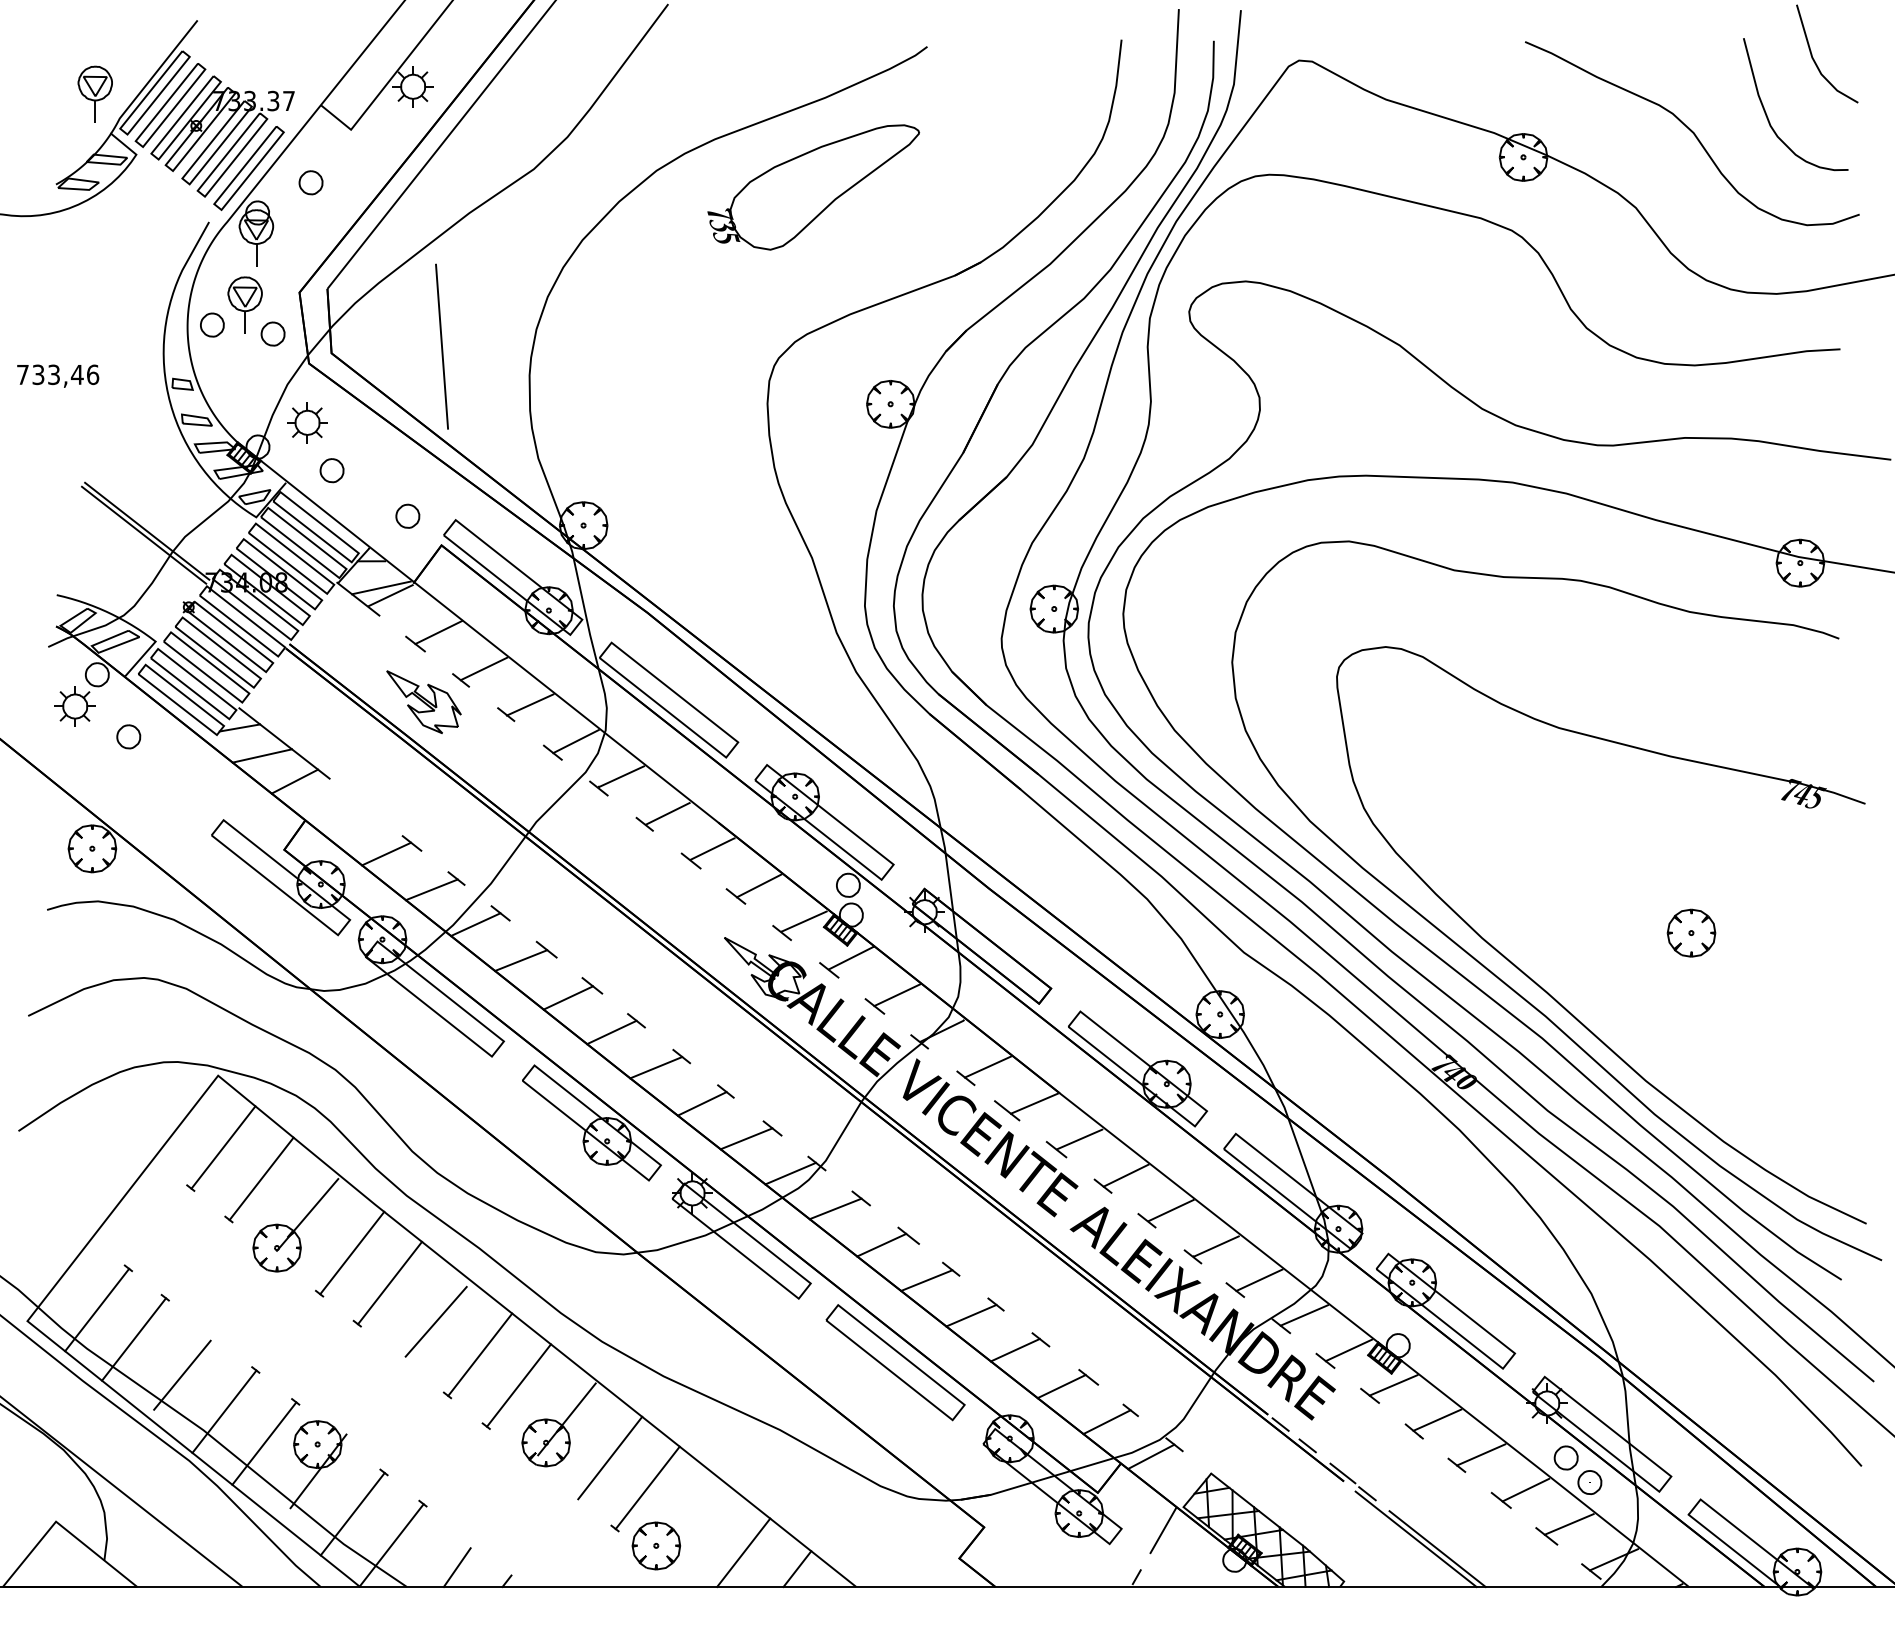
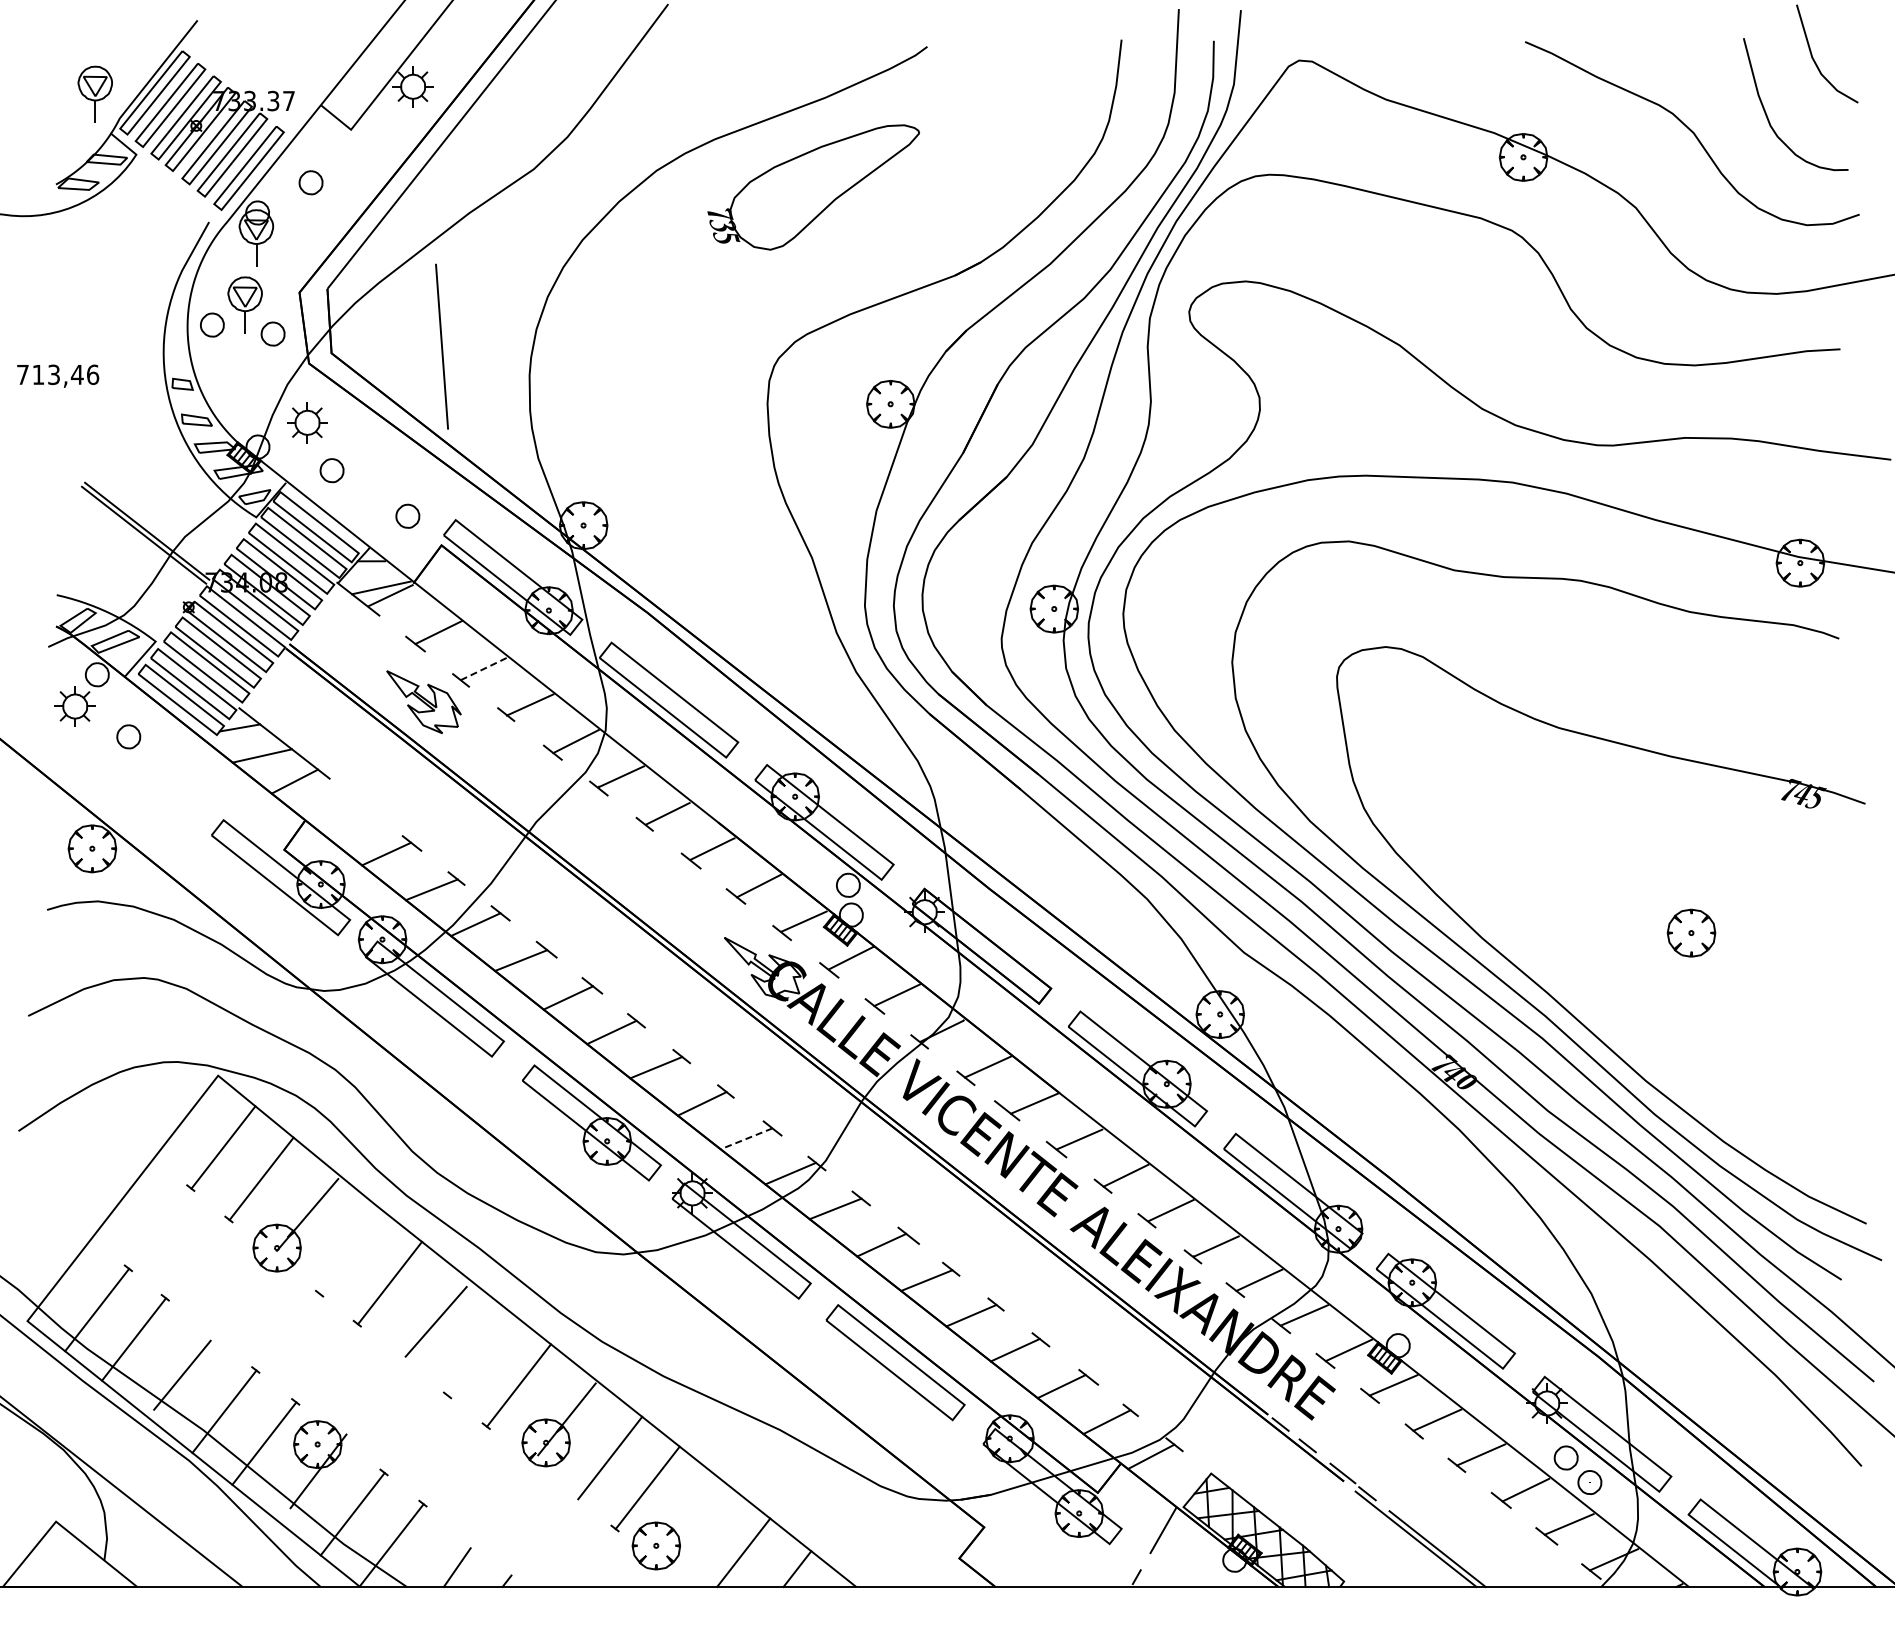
text at (38, 374): 733,46 -> 713,46
line at (484, 668): solid -> dashed
line at (746, 1138): solid -> dashed
line at (352, 1252): present -> none
line at (480, 1354): present -> none
